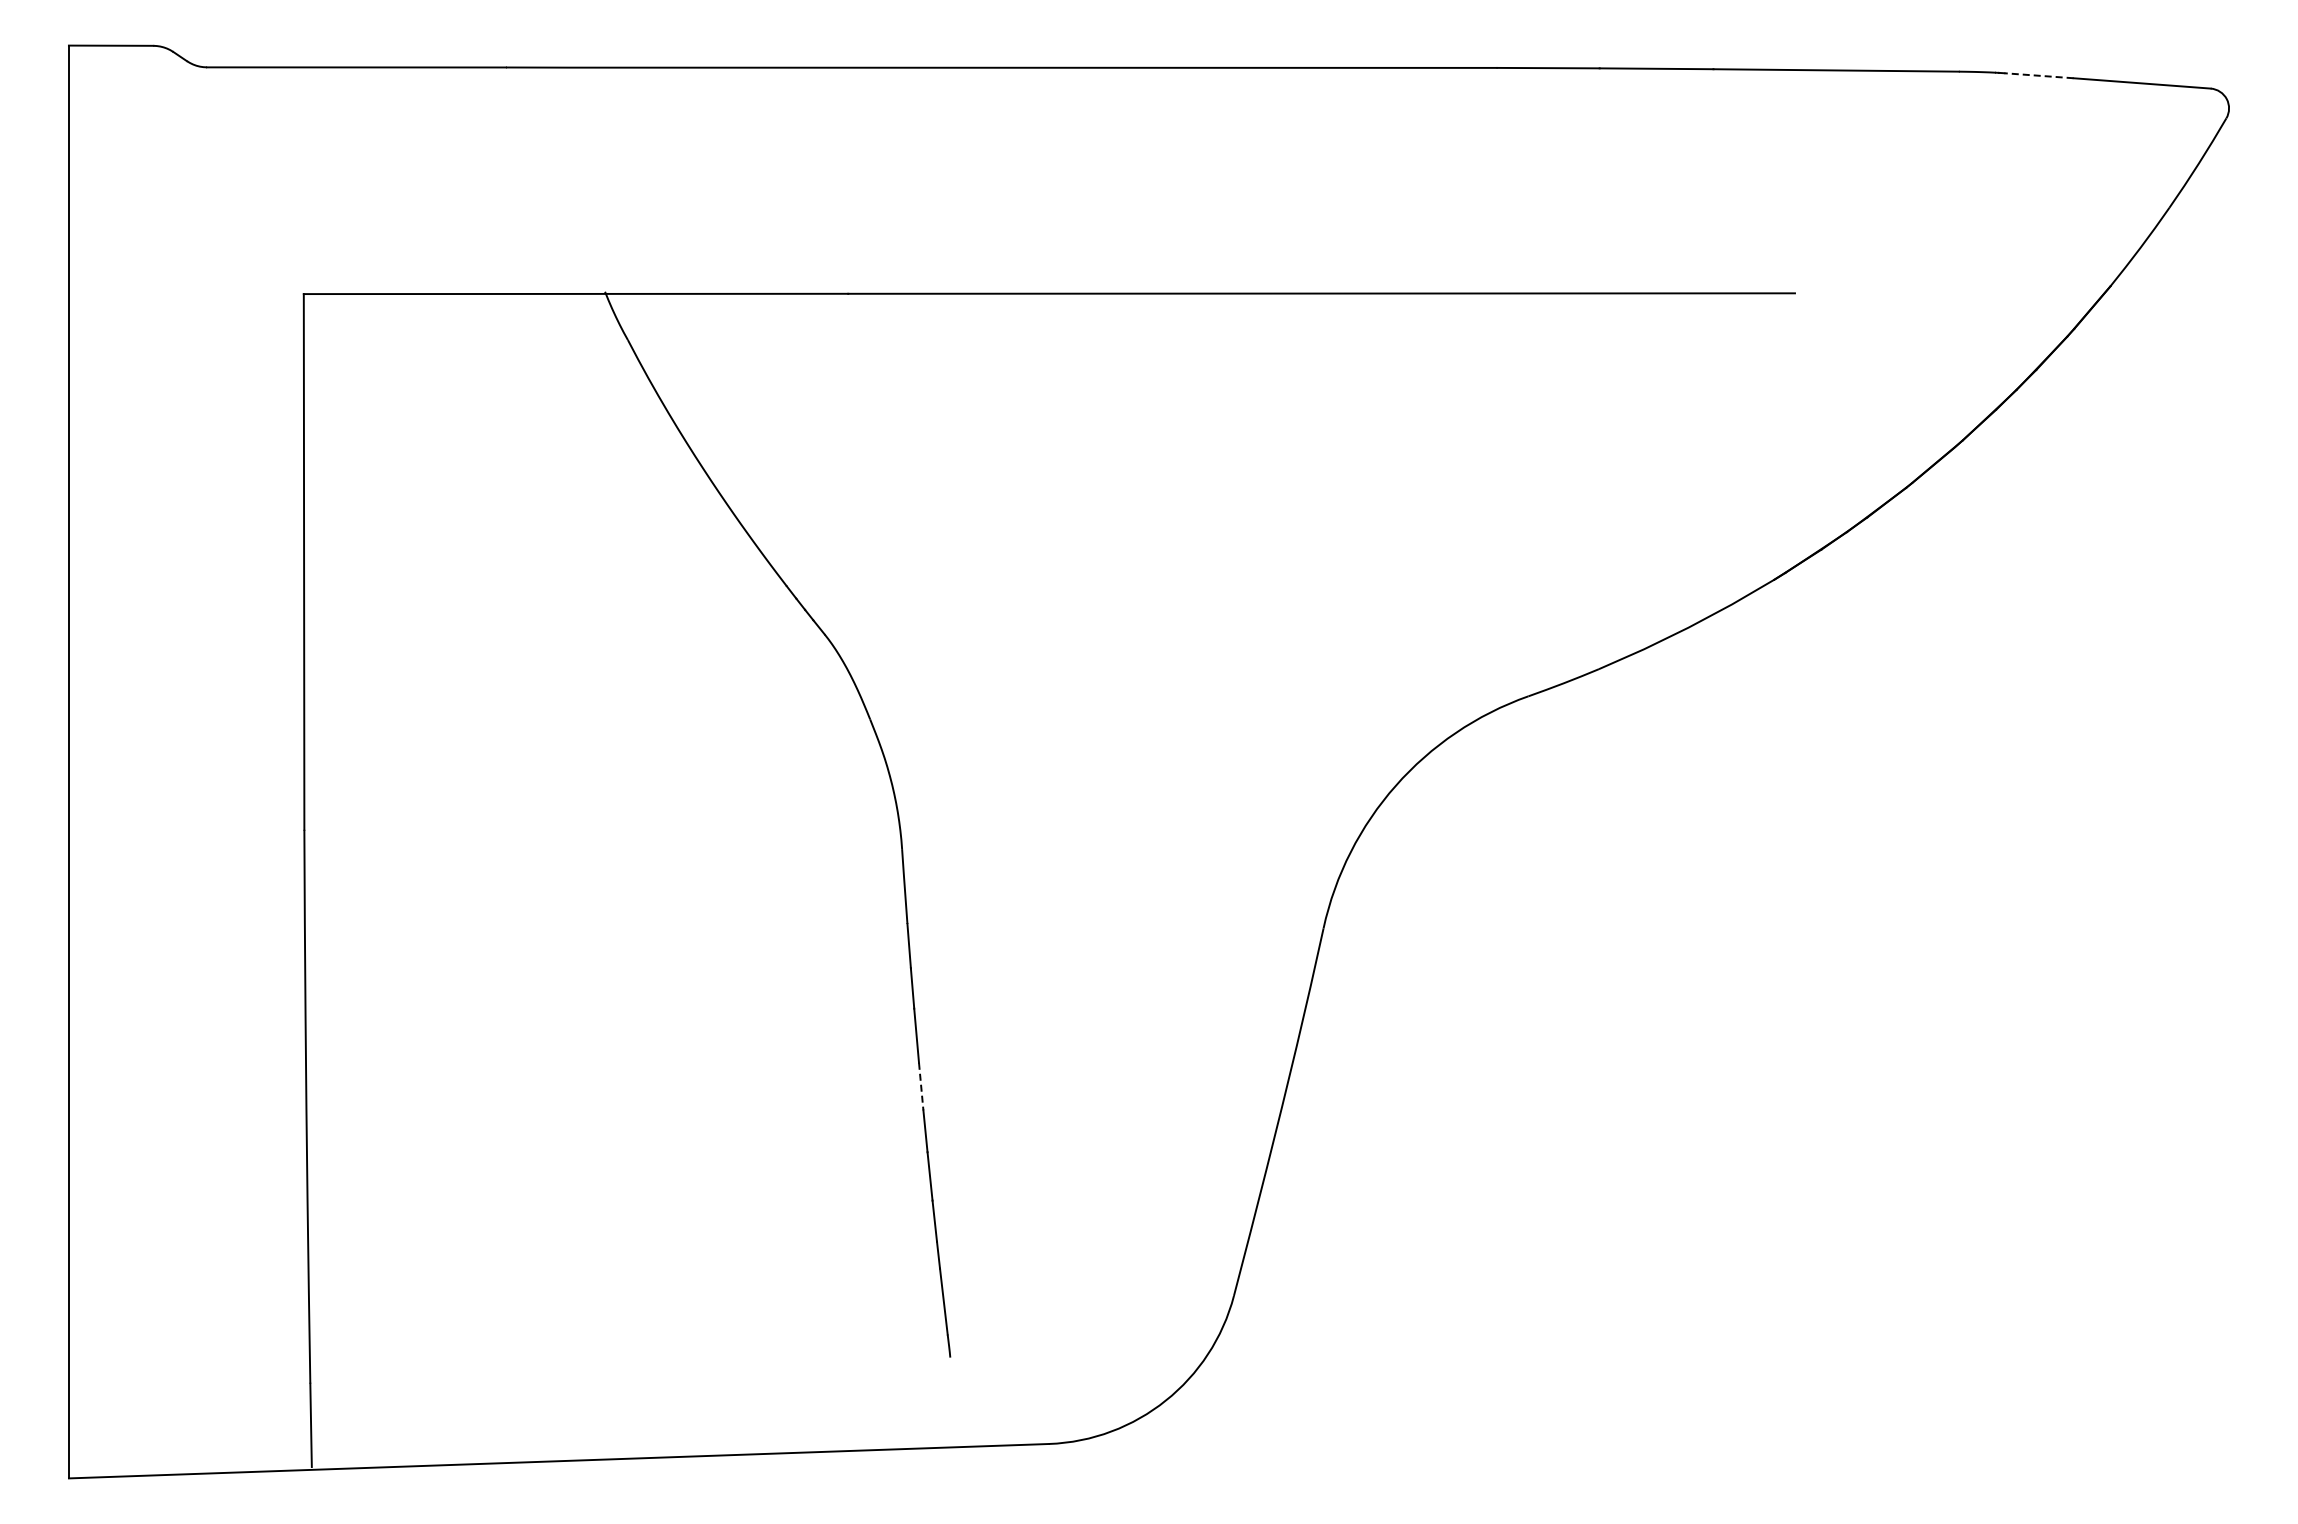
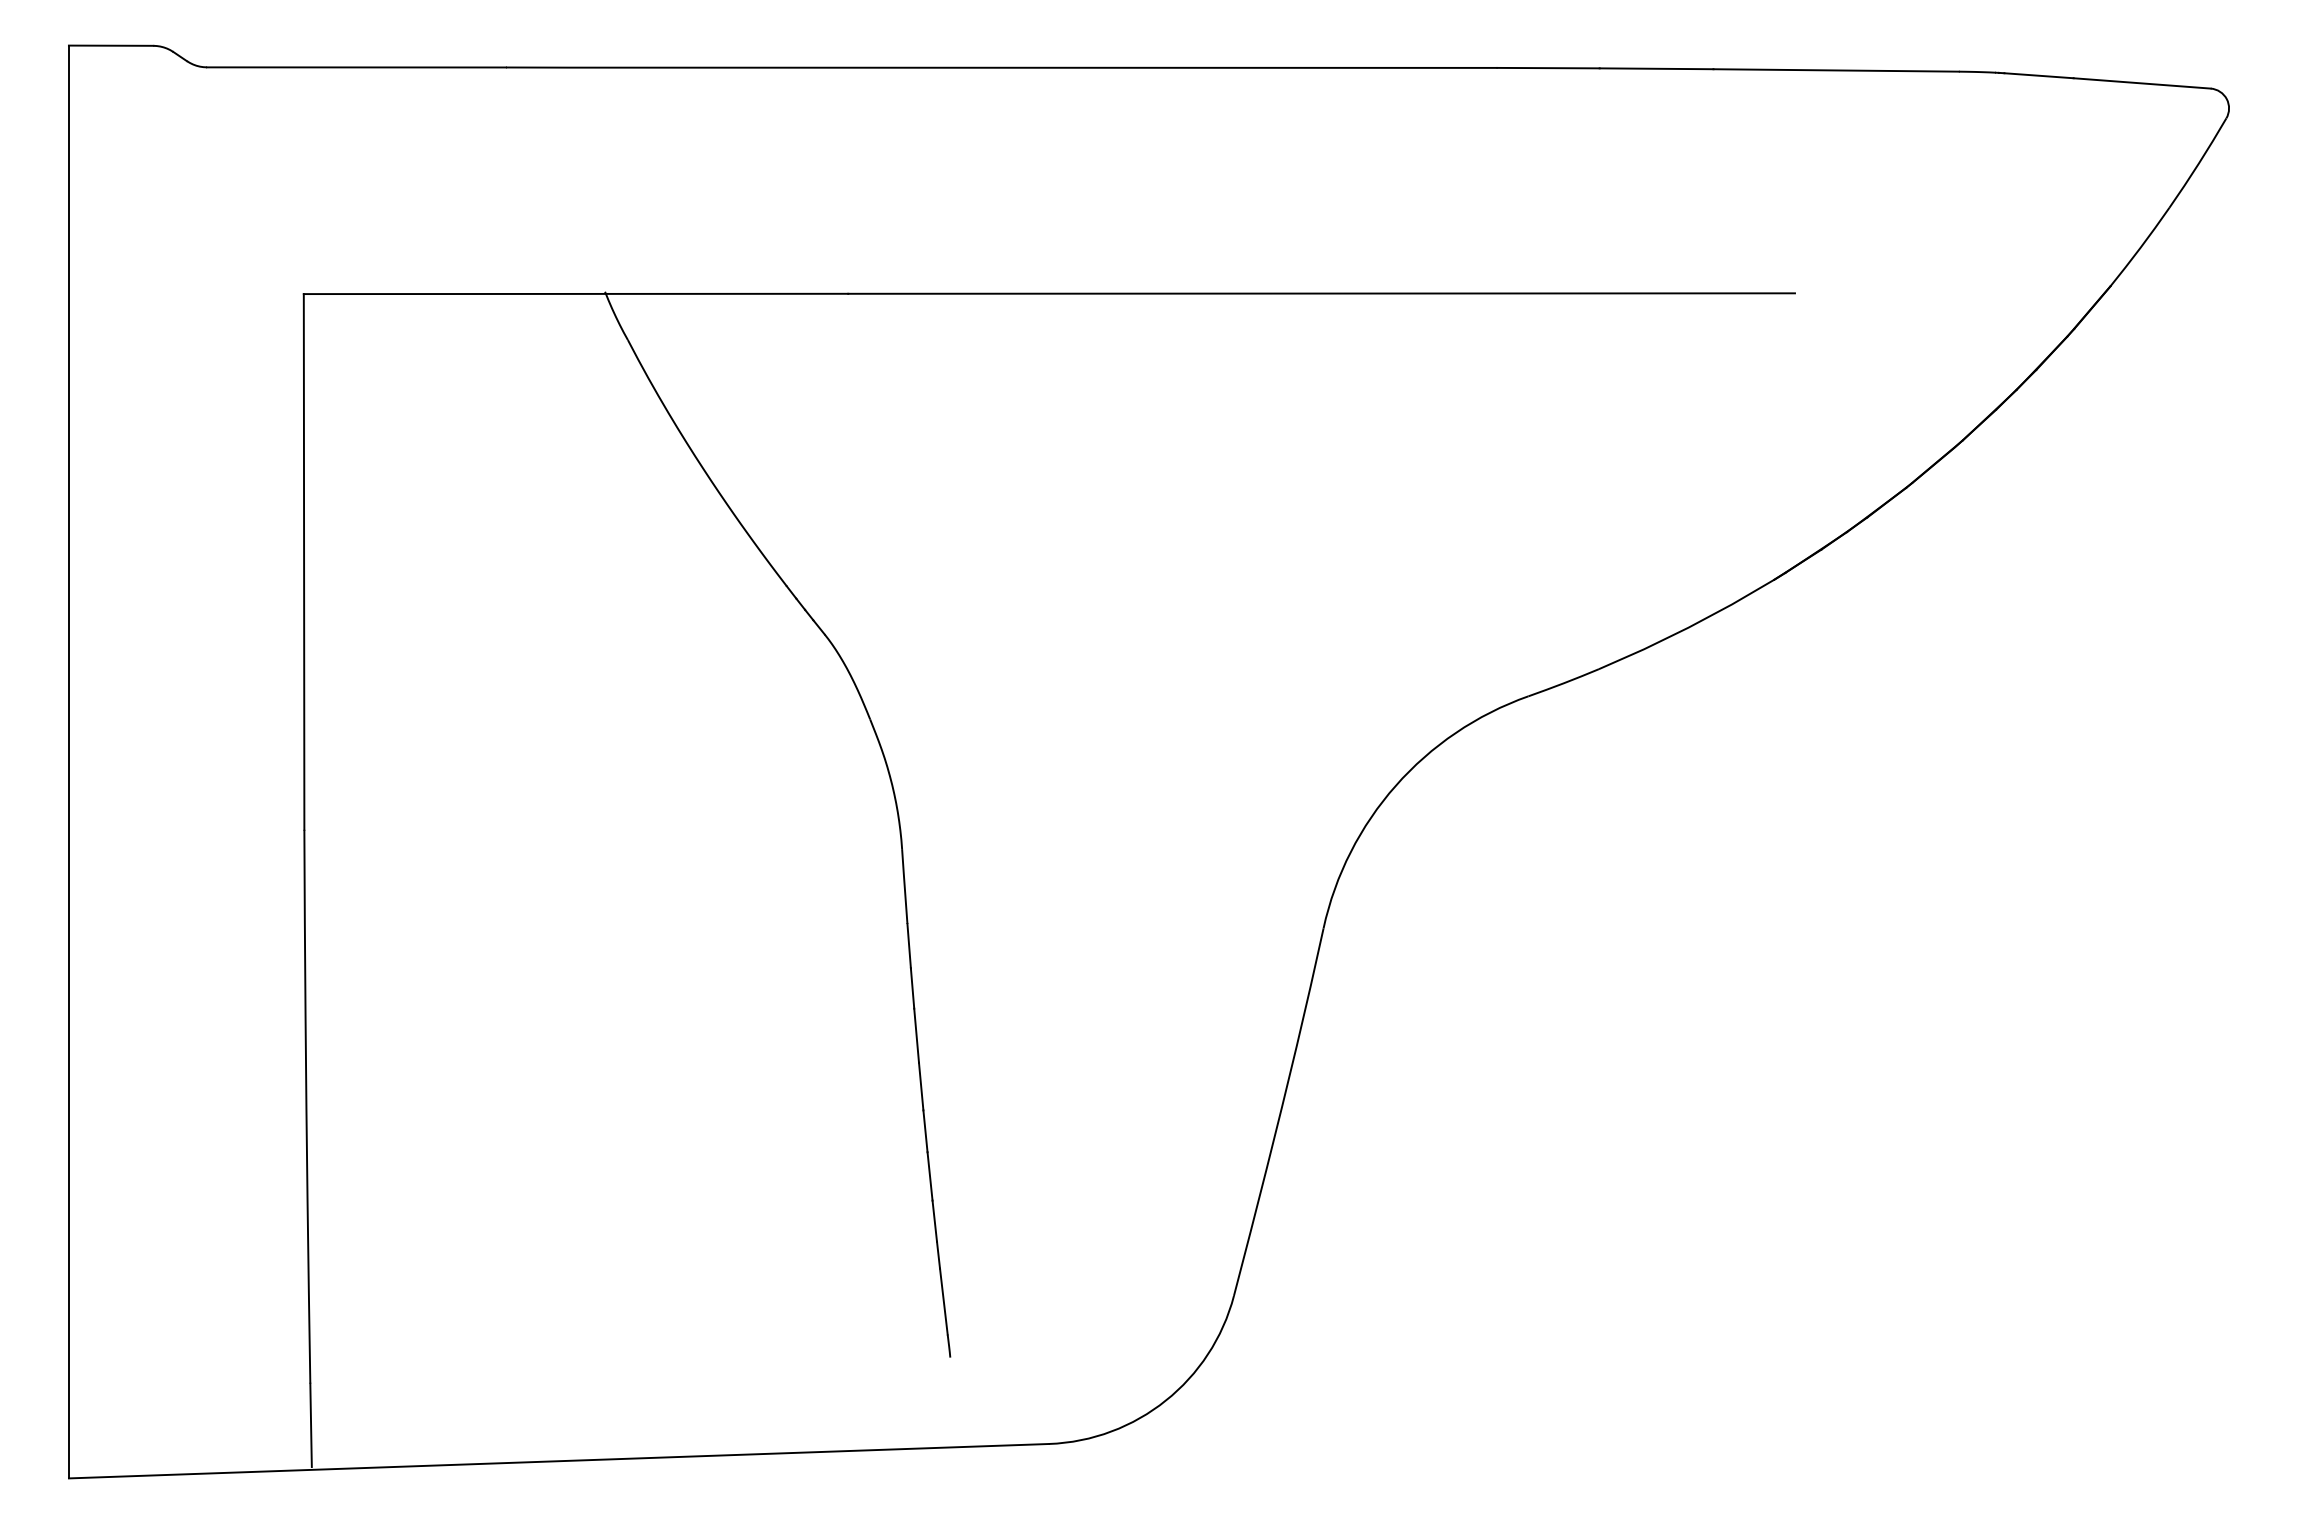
line at (2038, 75): dashed -> solid
line at (921, 1086): dashed -> solid
